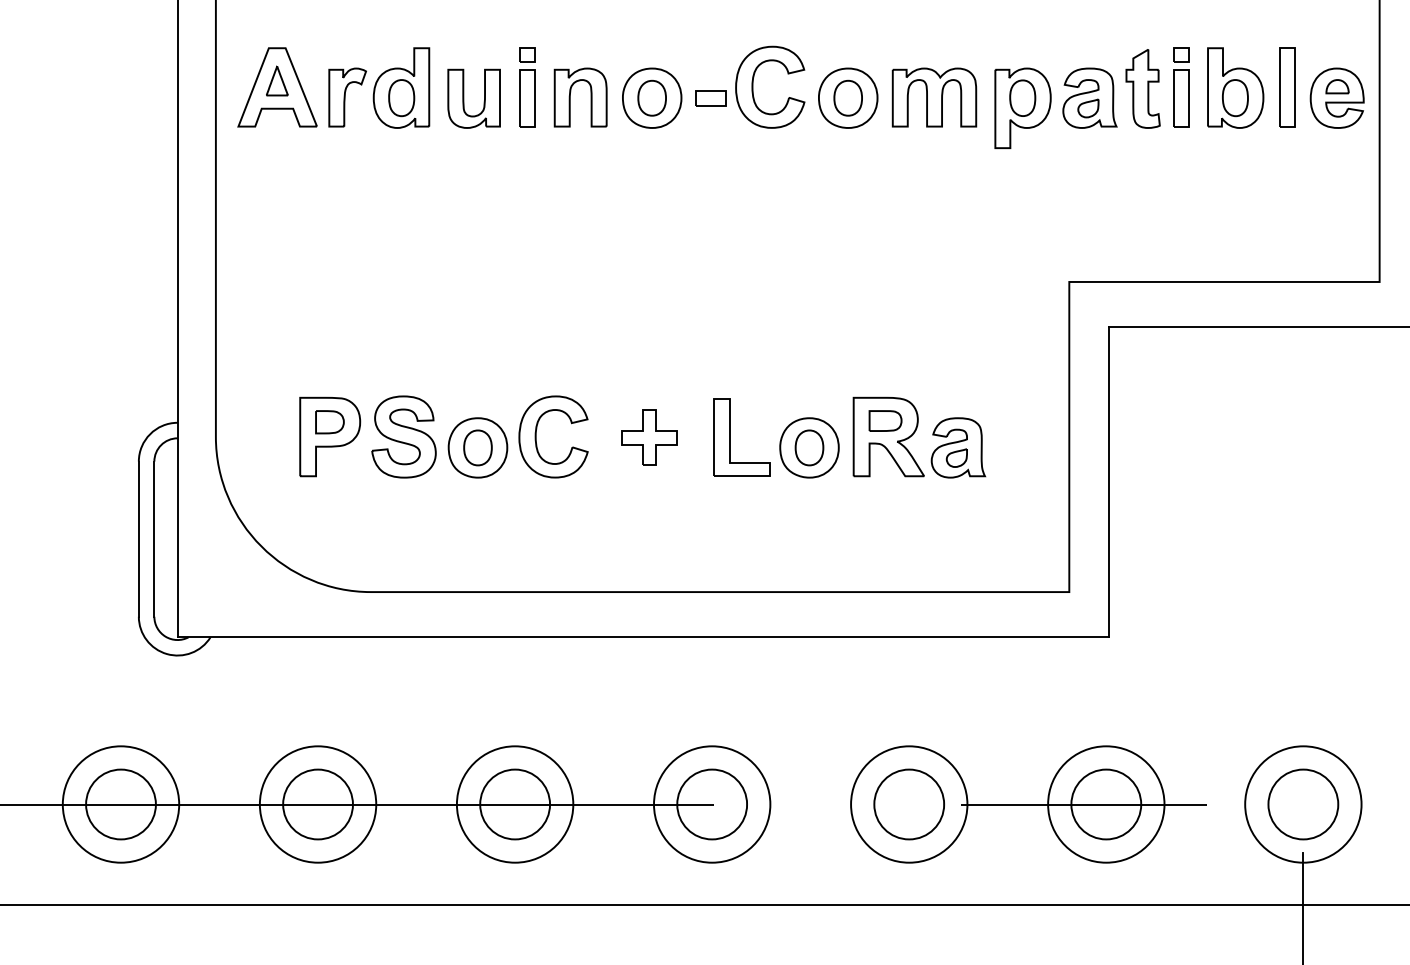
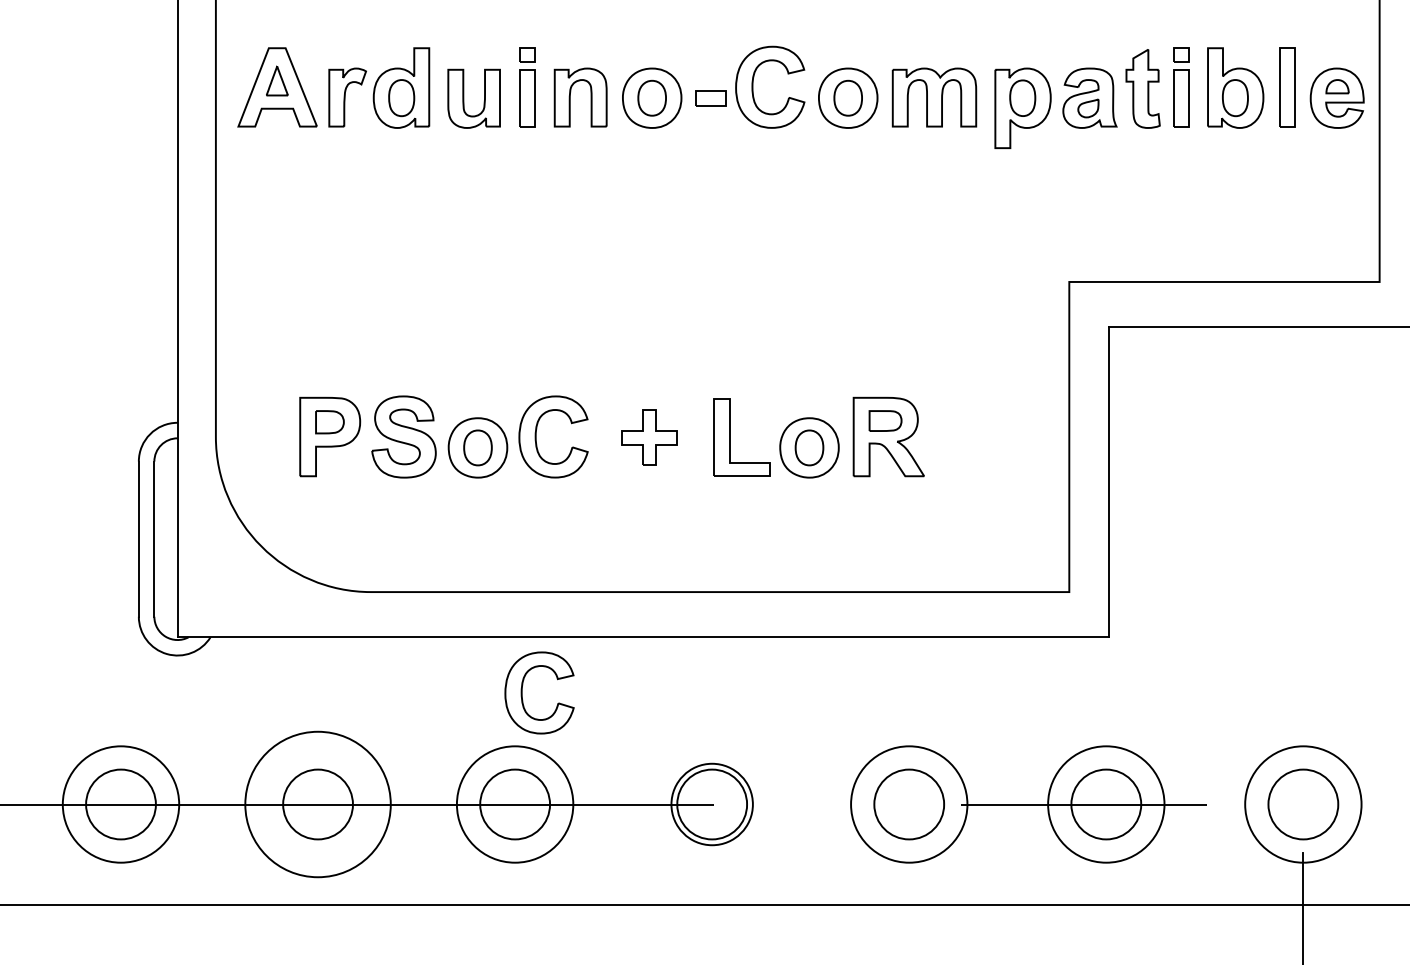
part at (958, 447): present -> none
part at (522, 692): none -> present
circle at (317, 804) diameter: 116 px -> 145 px
circle at (712, 804) diameter: 116 px -> 81 px
